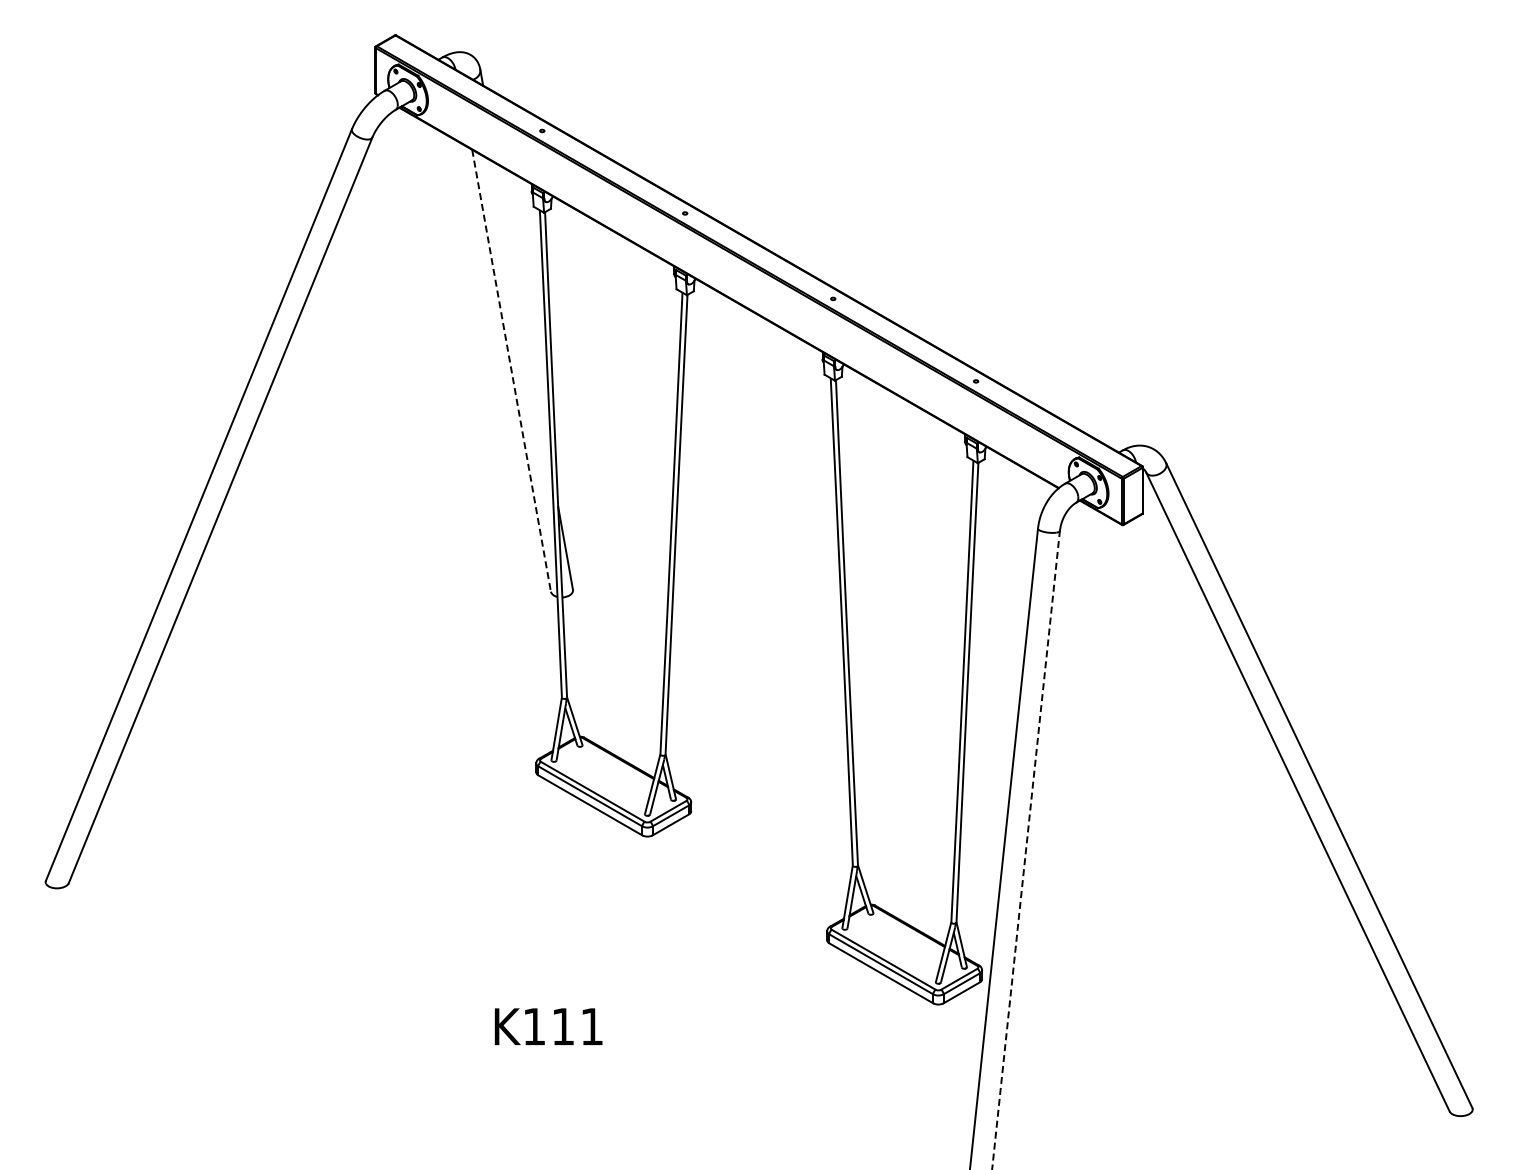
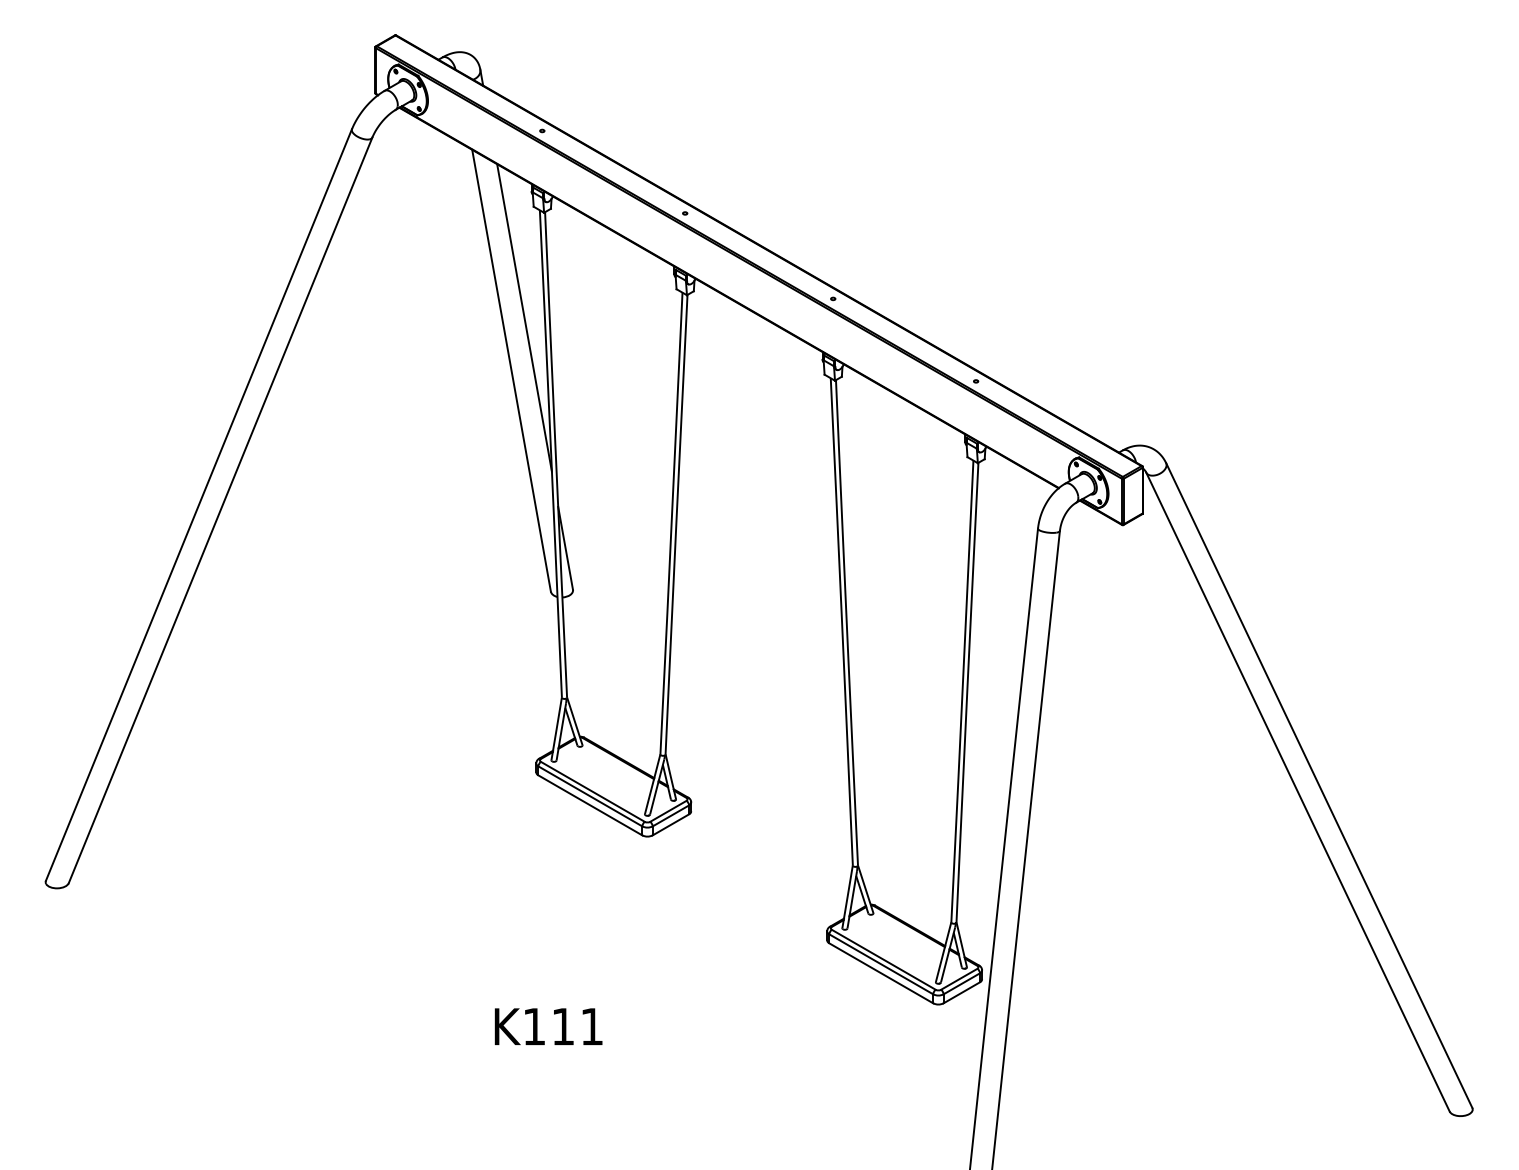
line at (524, 317): none -> present
line at (511, 371): dashed -> solid
line at (1026, 849): dashed -> solid
